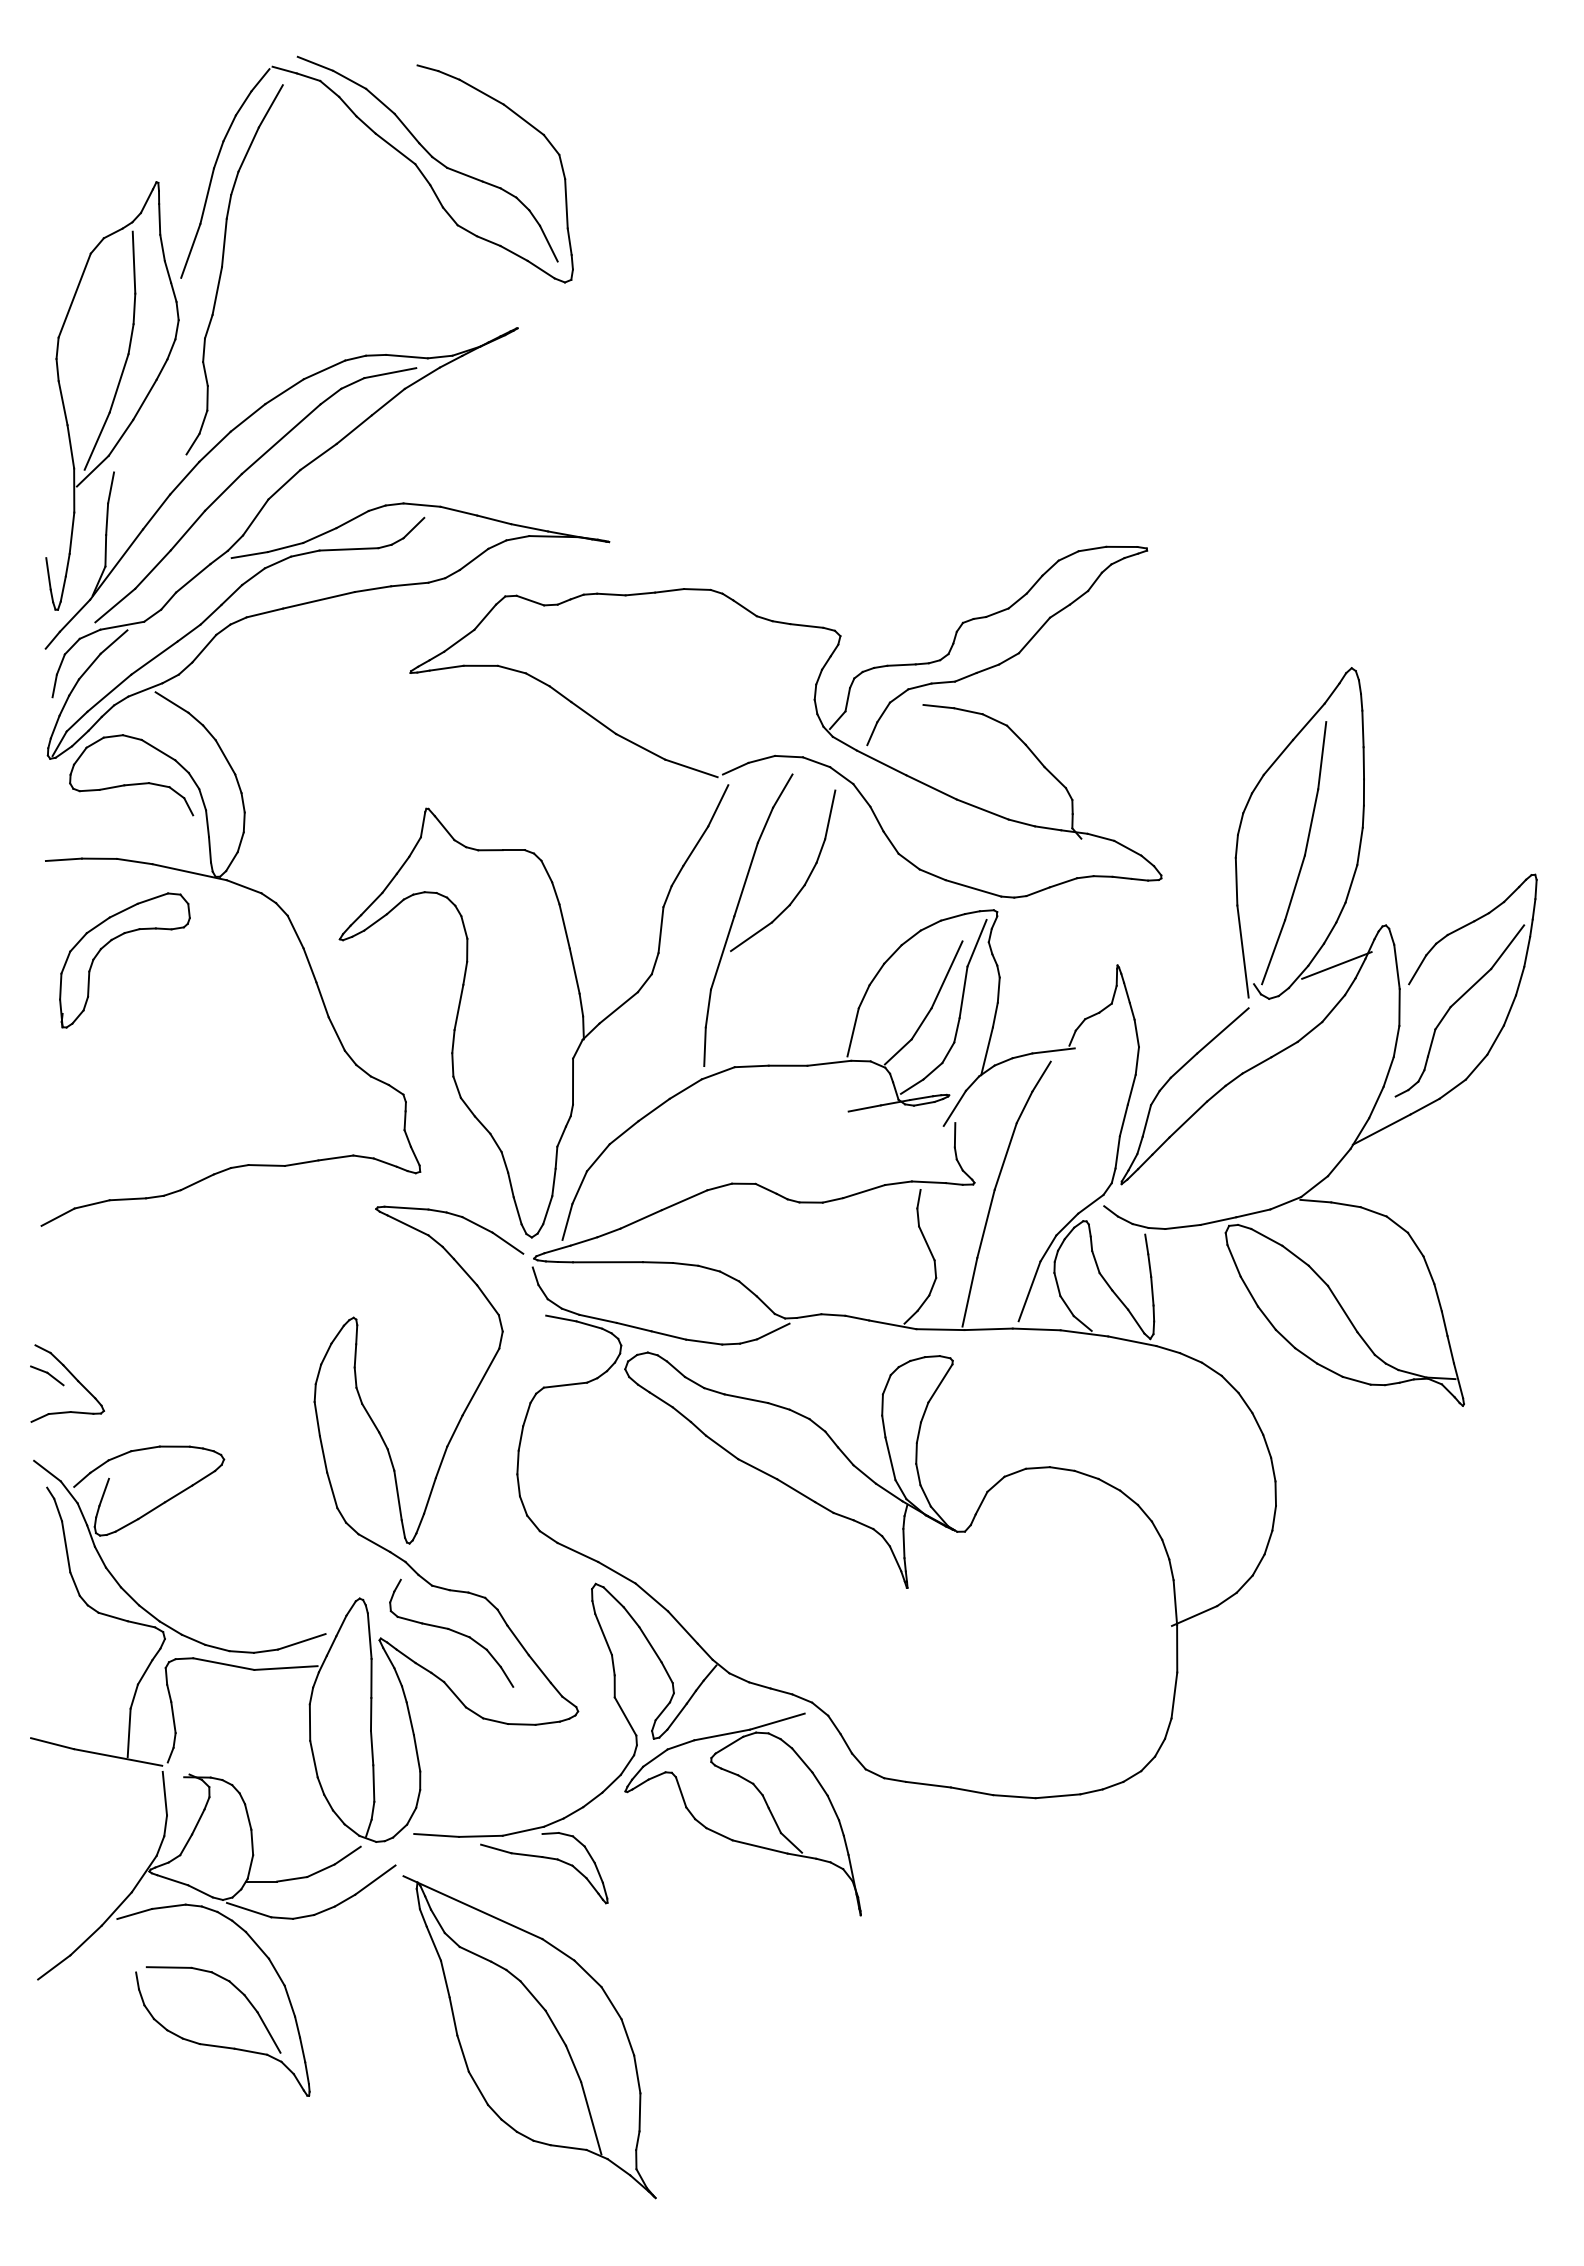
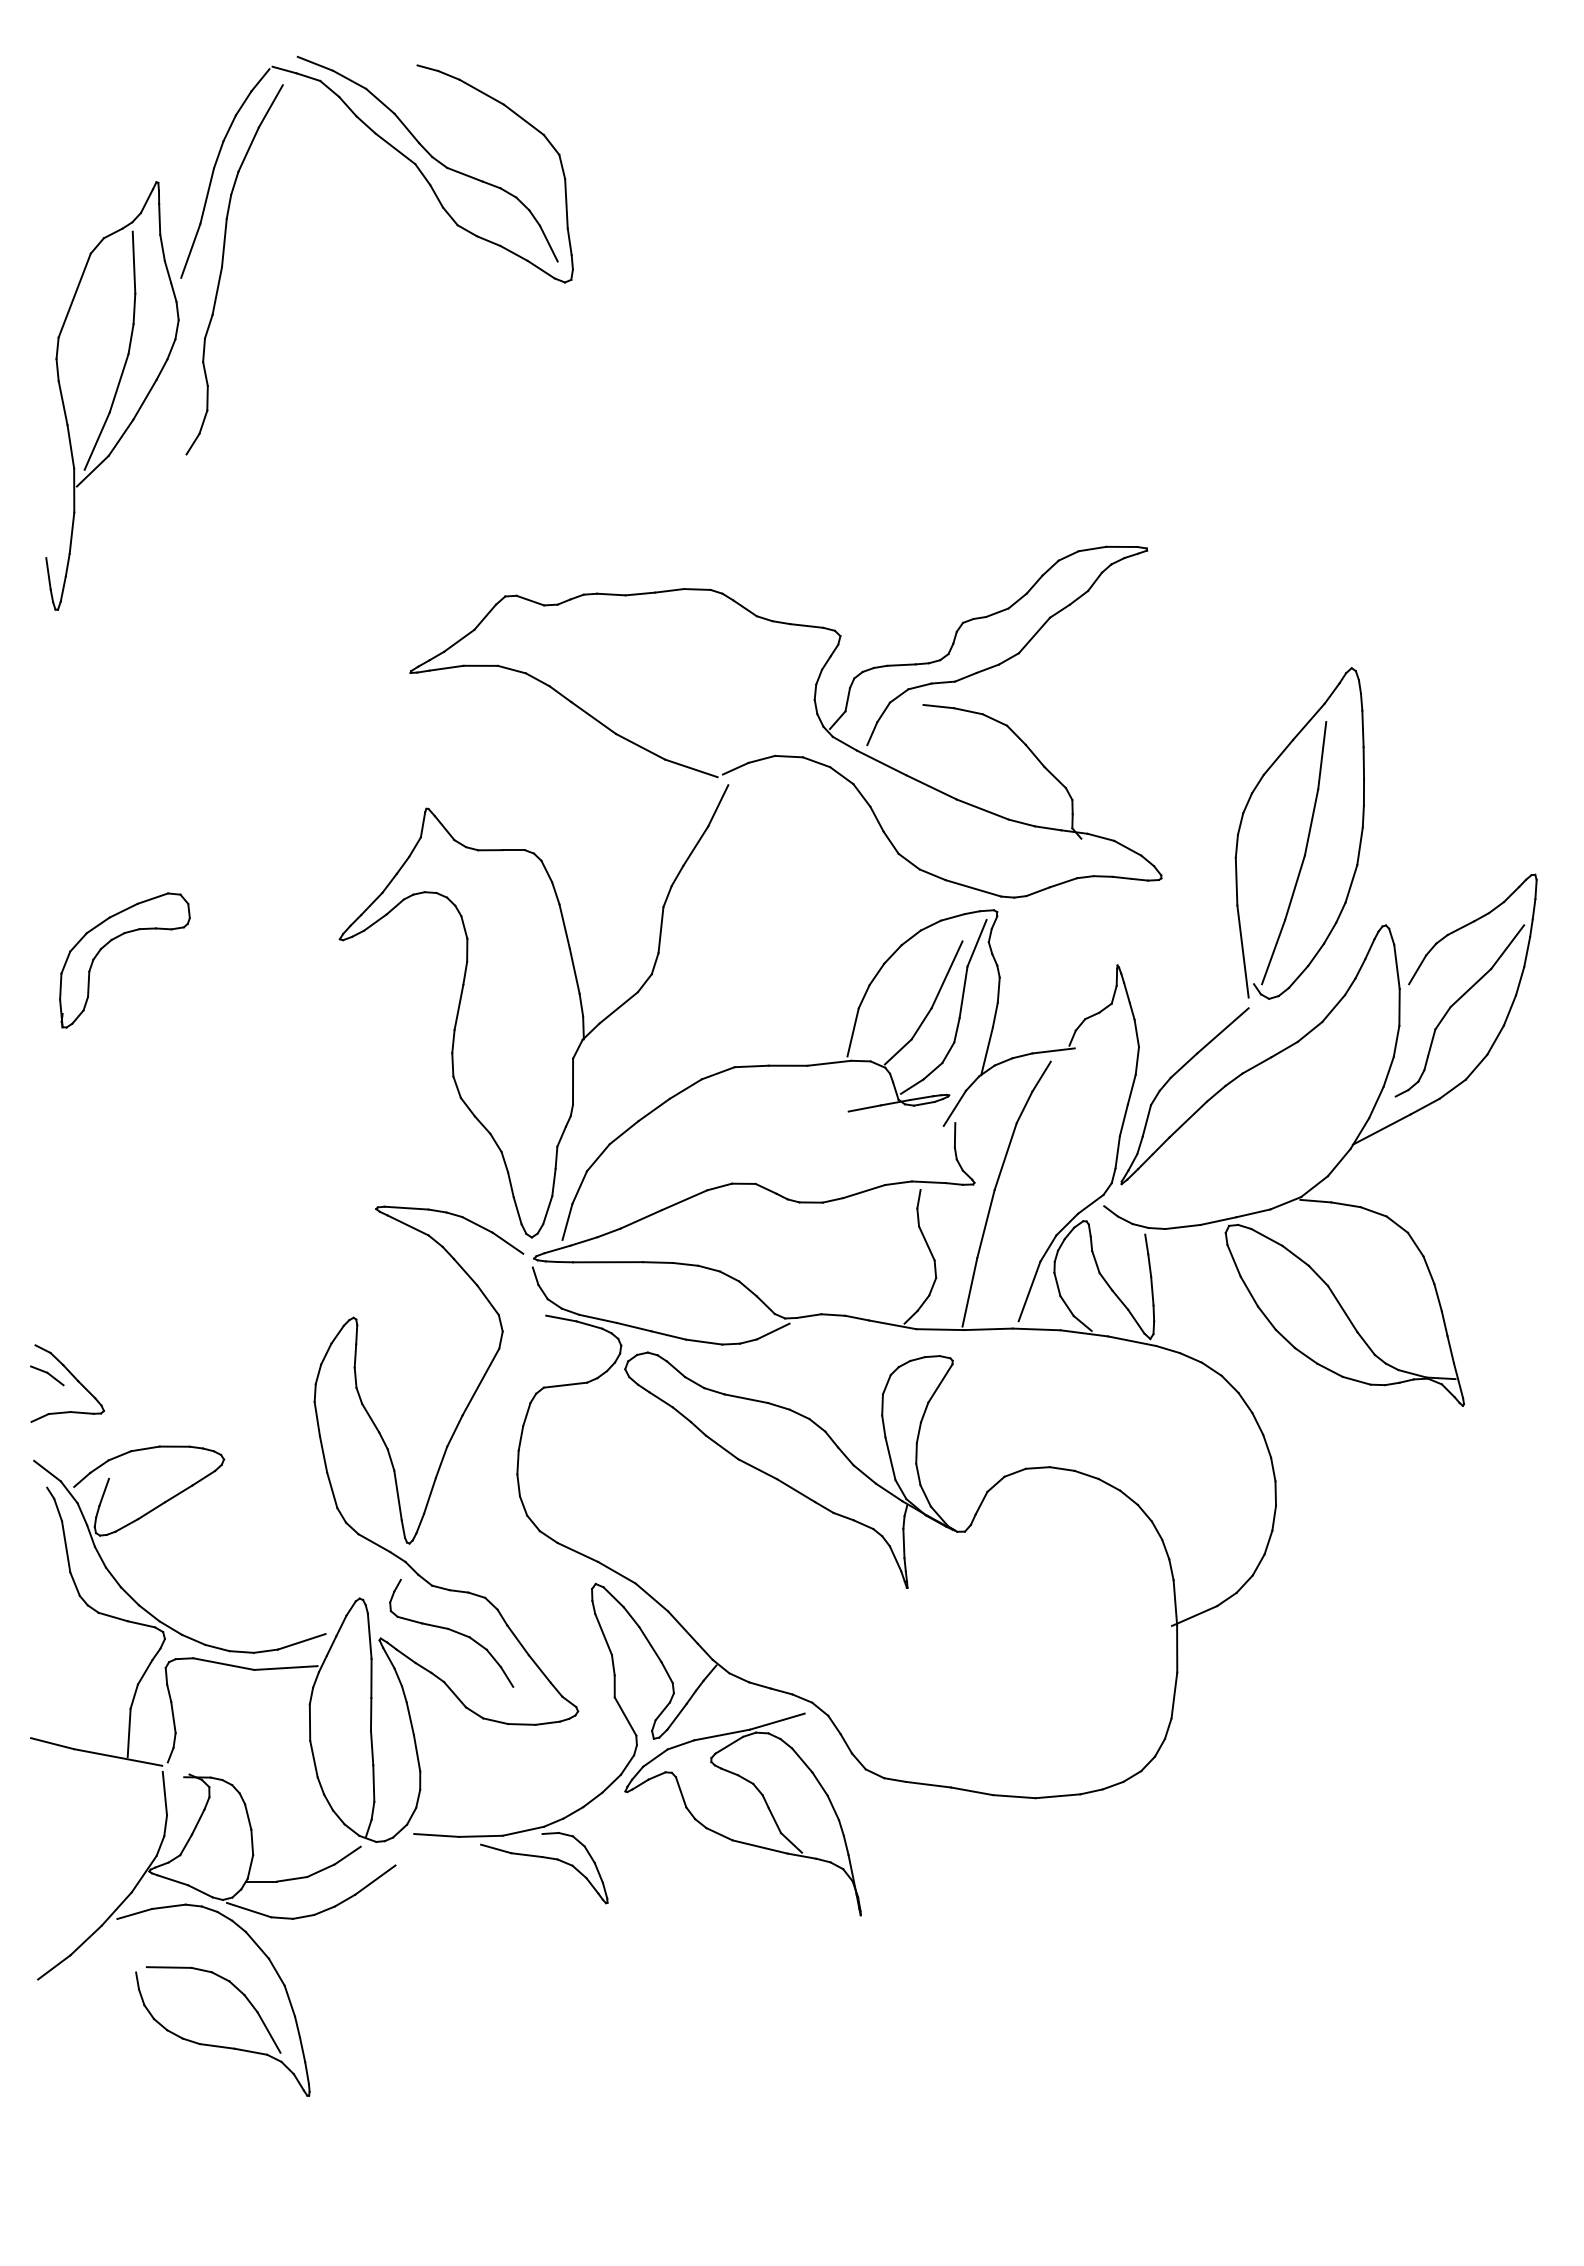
part at (242, 792): present -> none
part at (769, 919): present -> none
line at (1336, 965): present -> none
part at (529, 2037): present -> none
